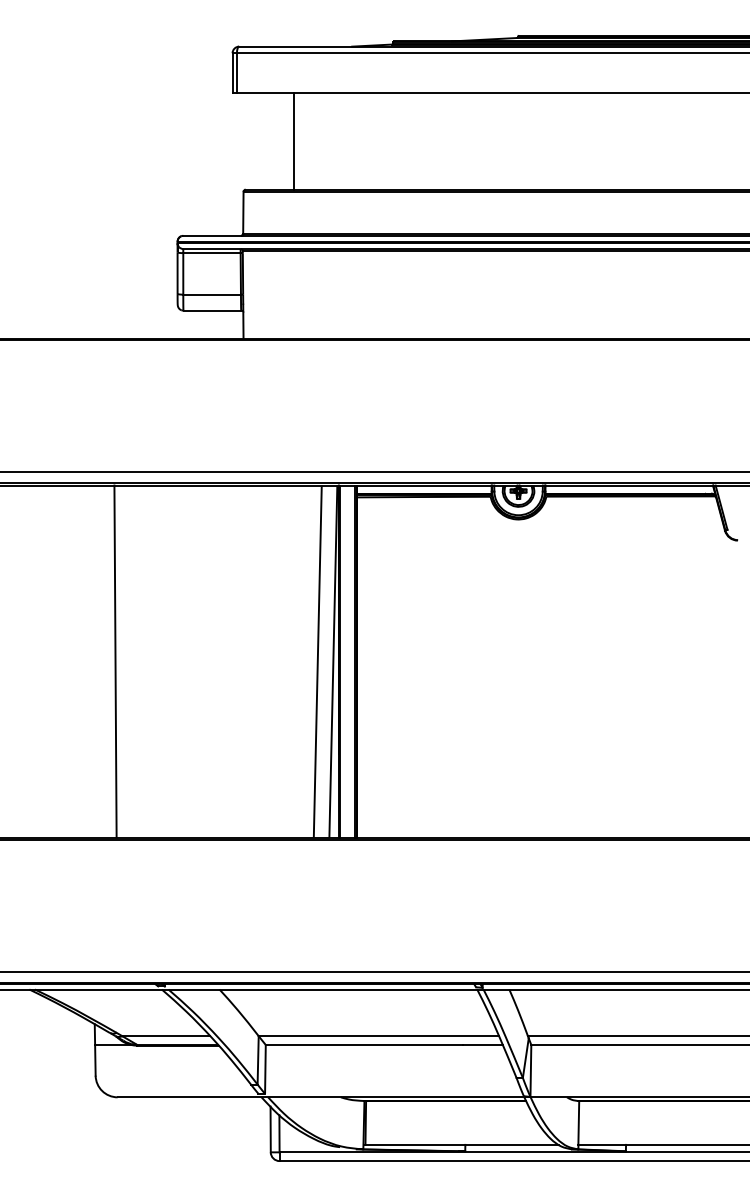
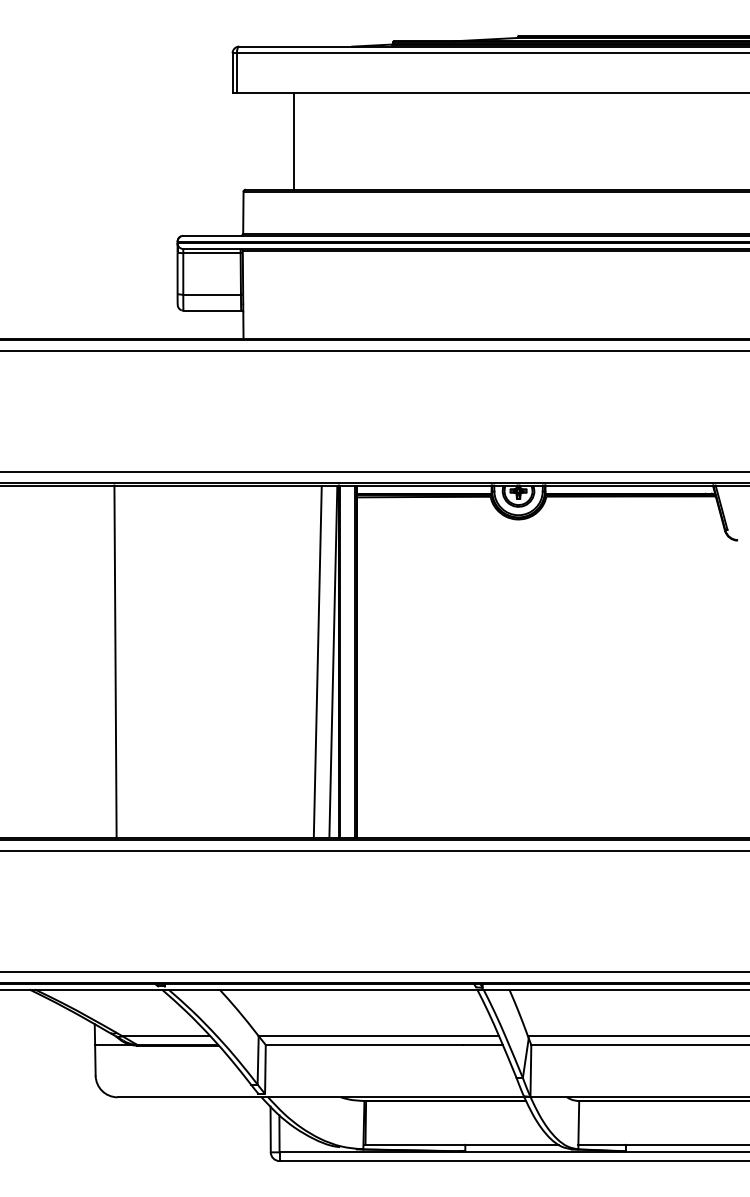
line at (374, 351): none -> present
line at (374, 850): none -> present
